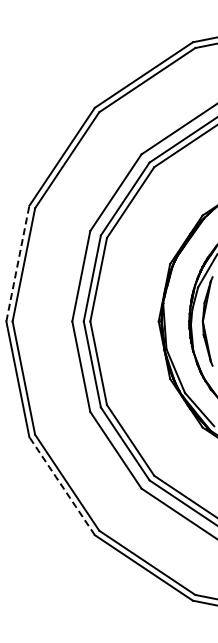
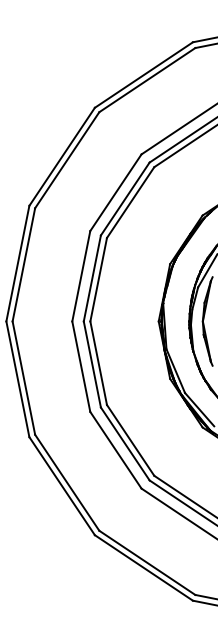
line at (17, 263): dashed -> solid
line at (62, 486): dashed -> solid
